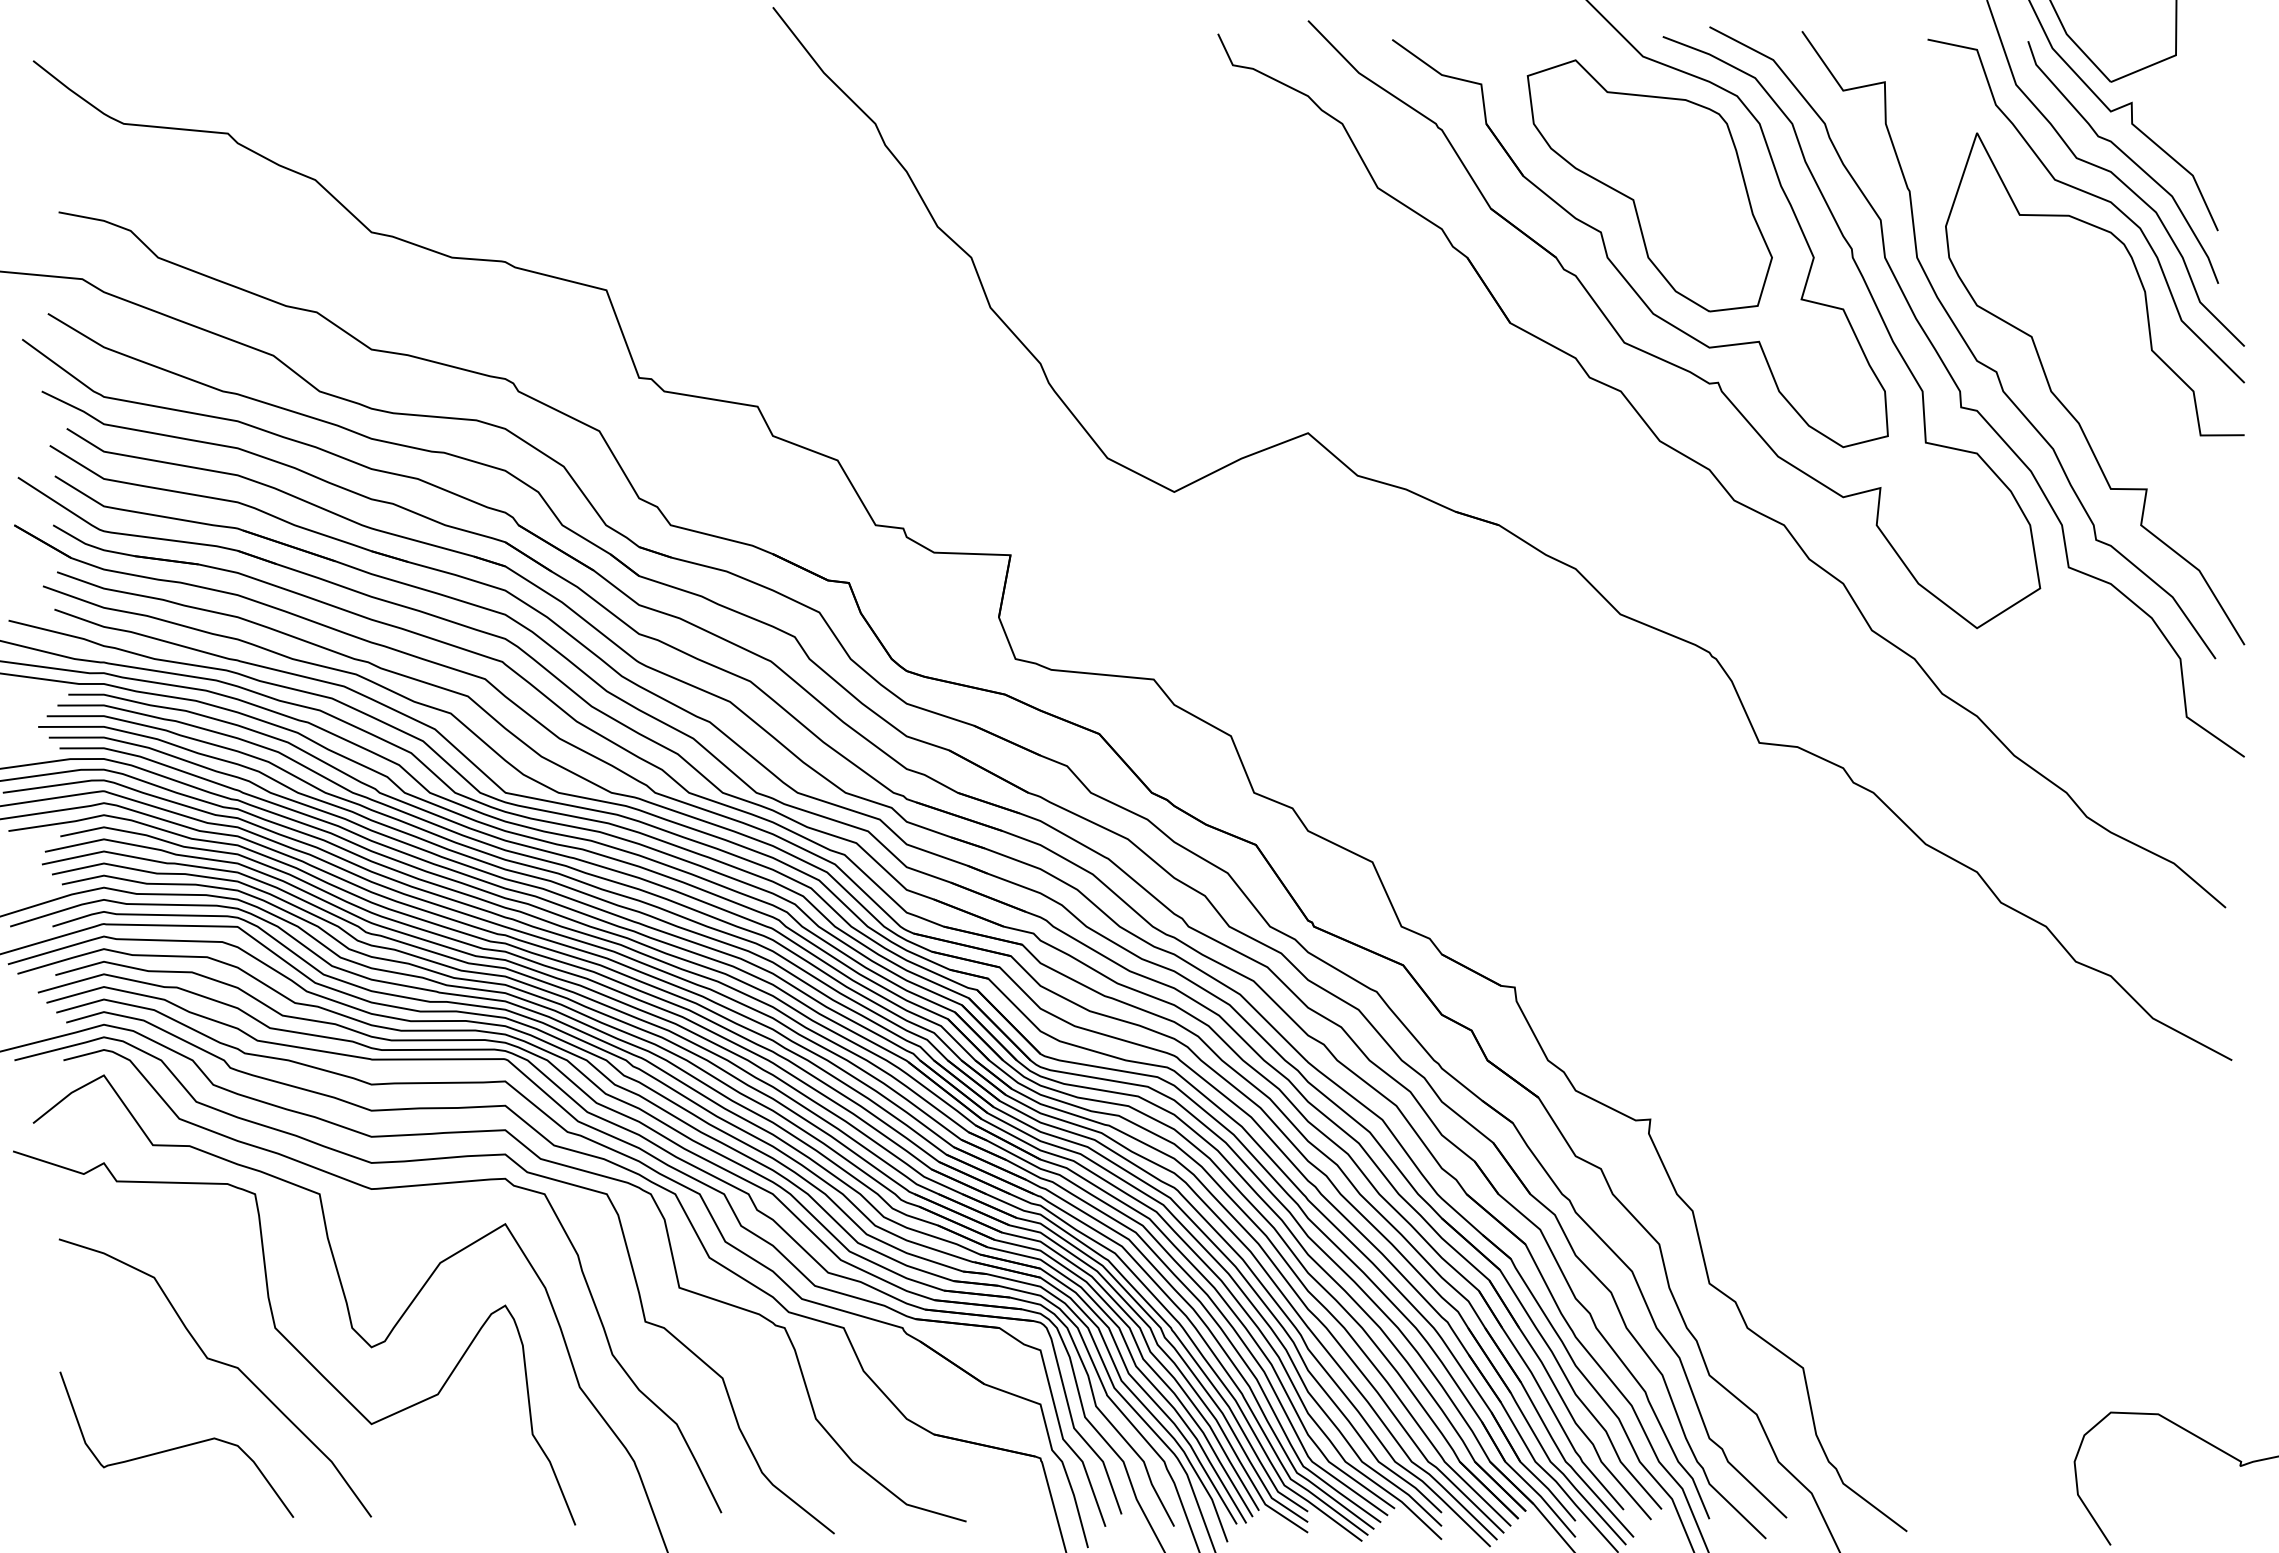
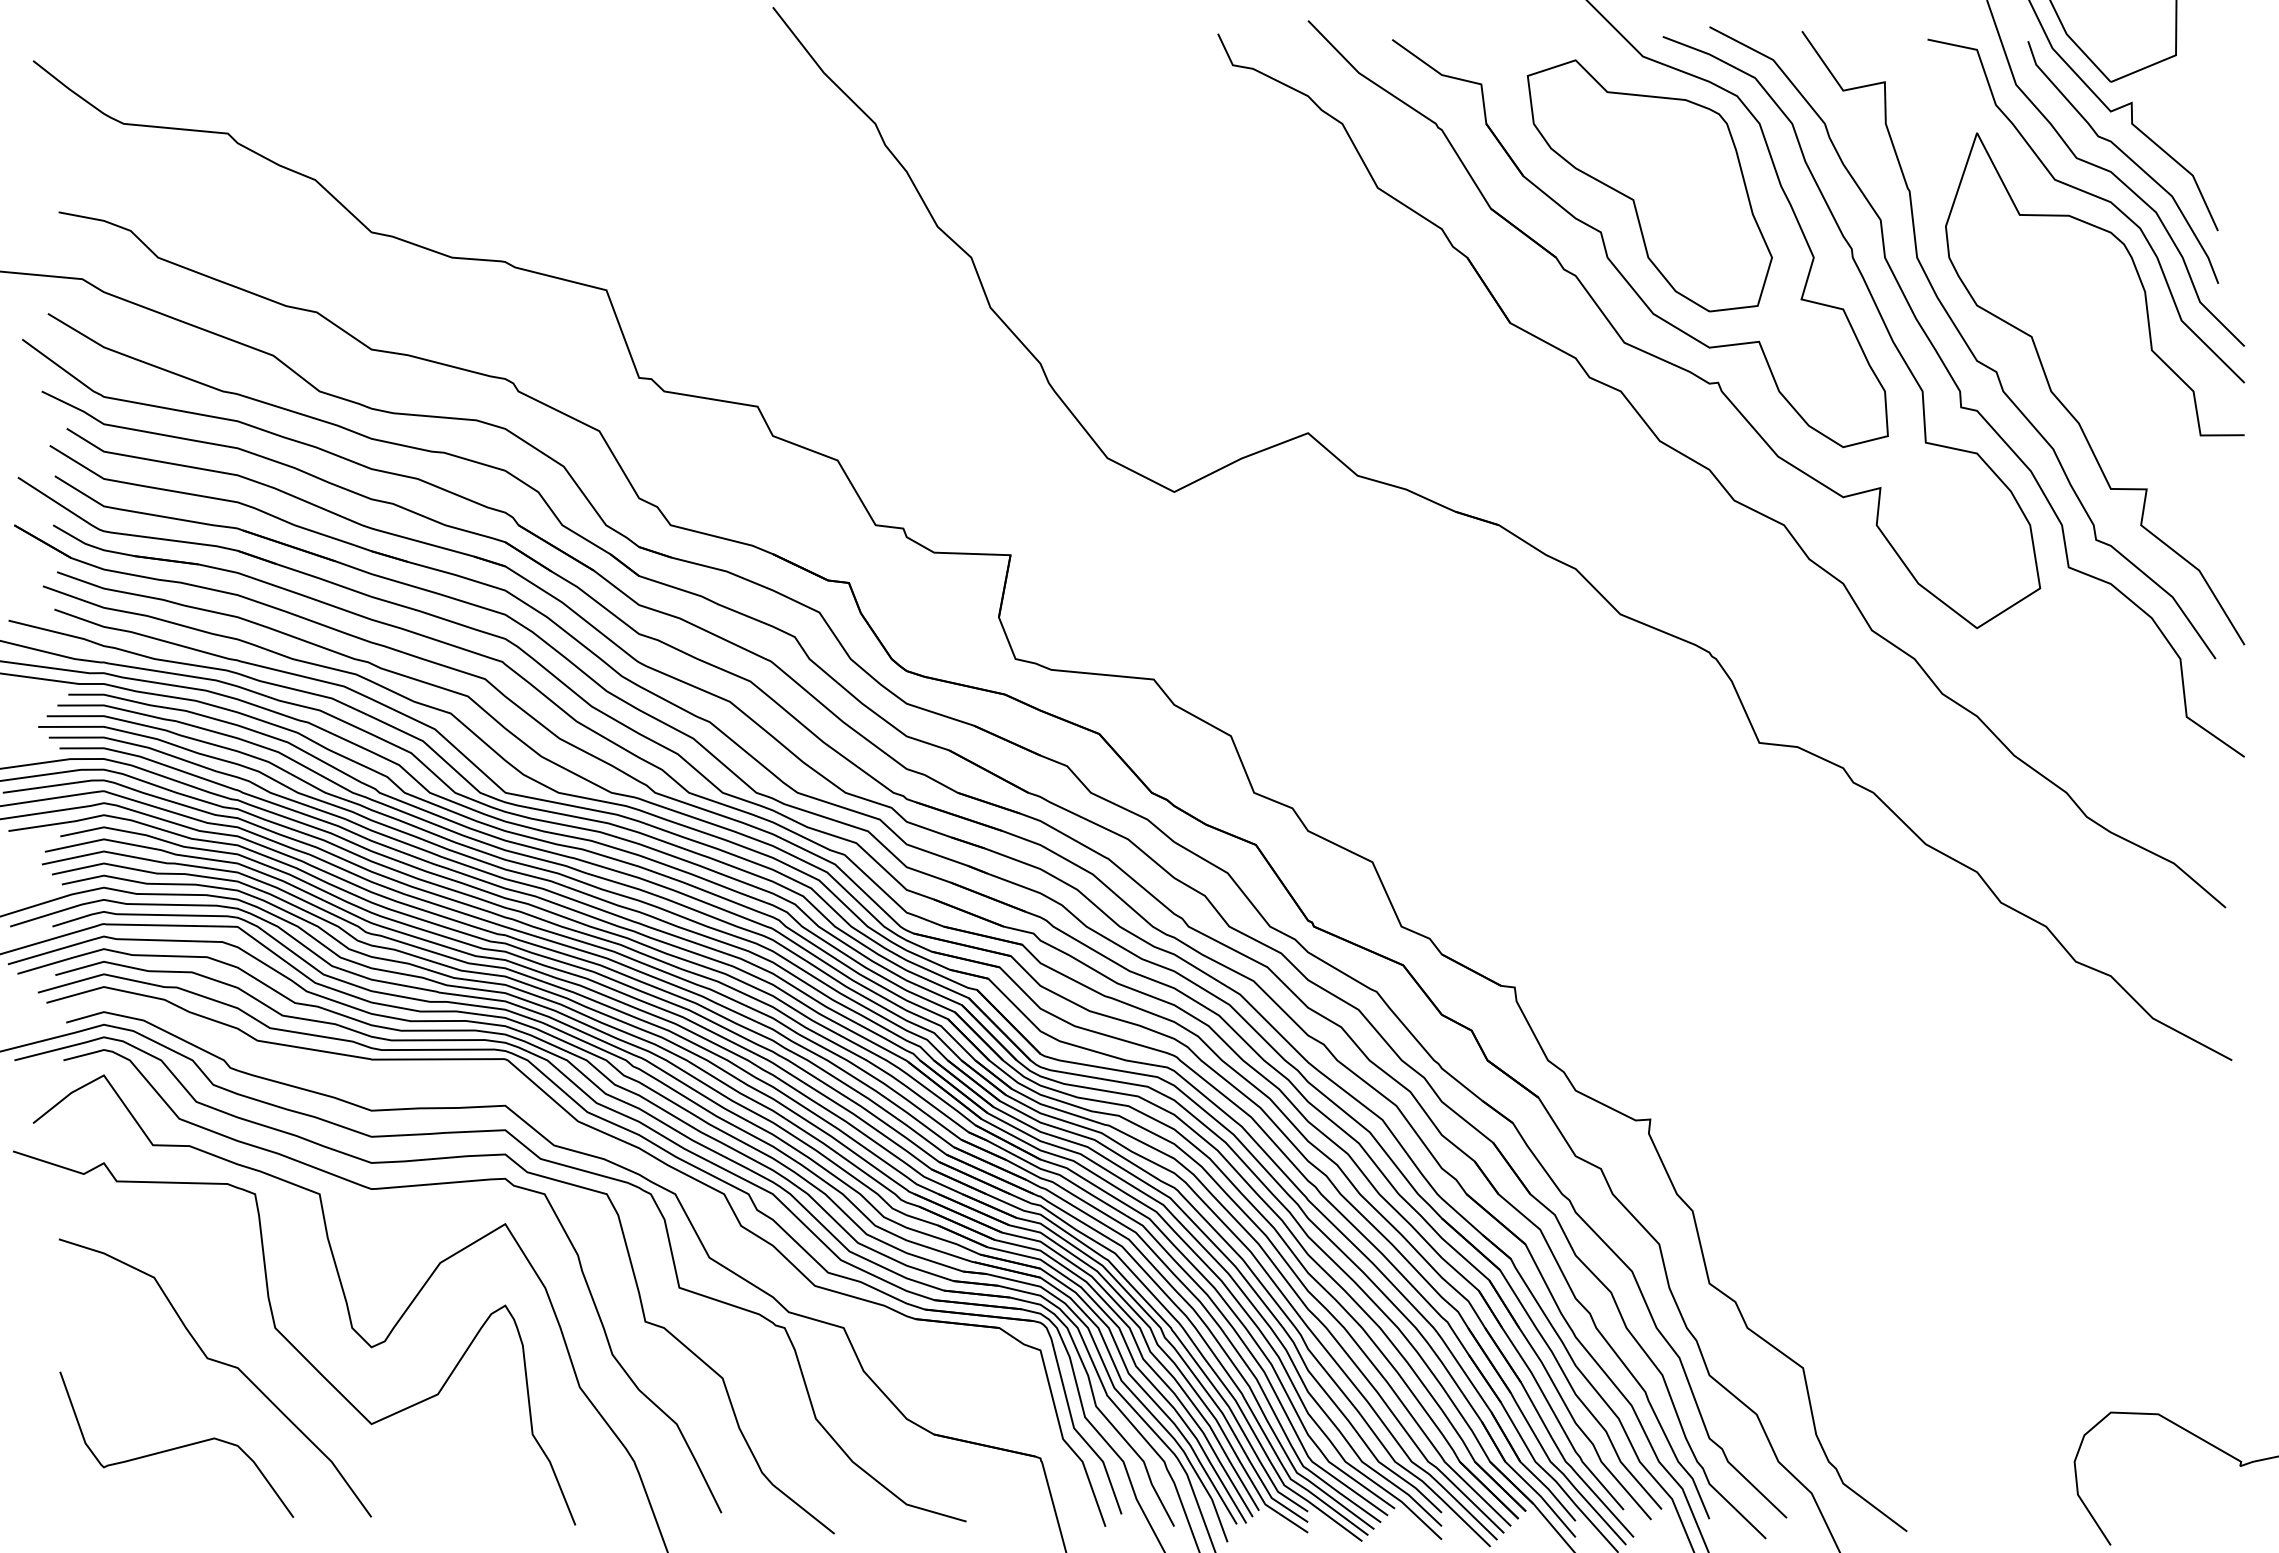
part at (622, 1155): present -> none
